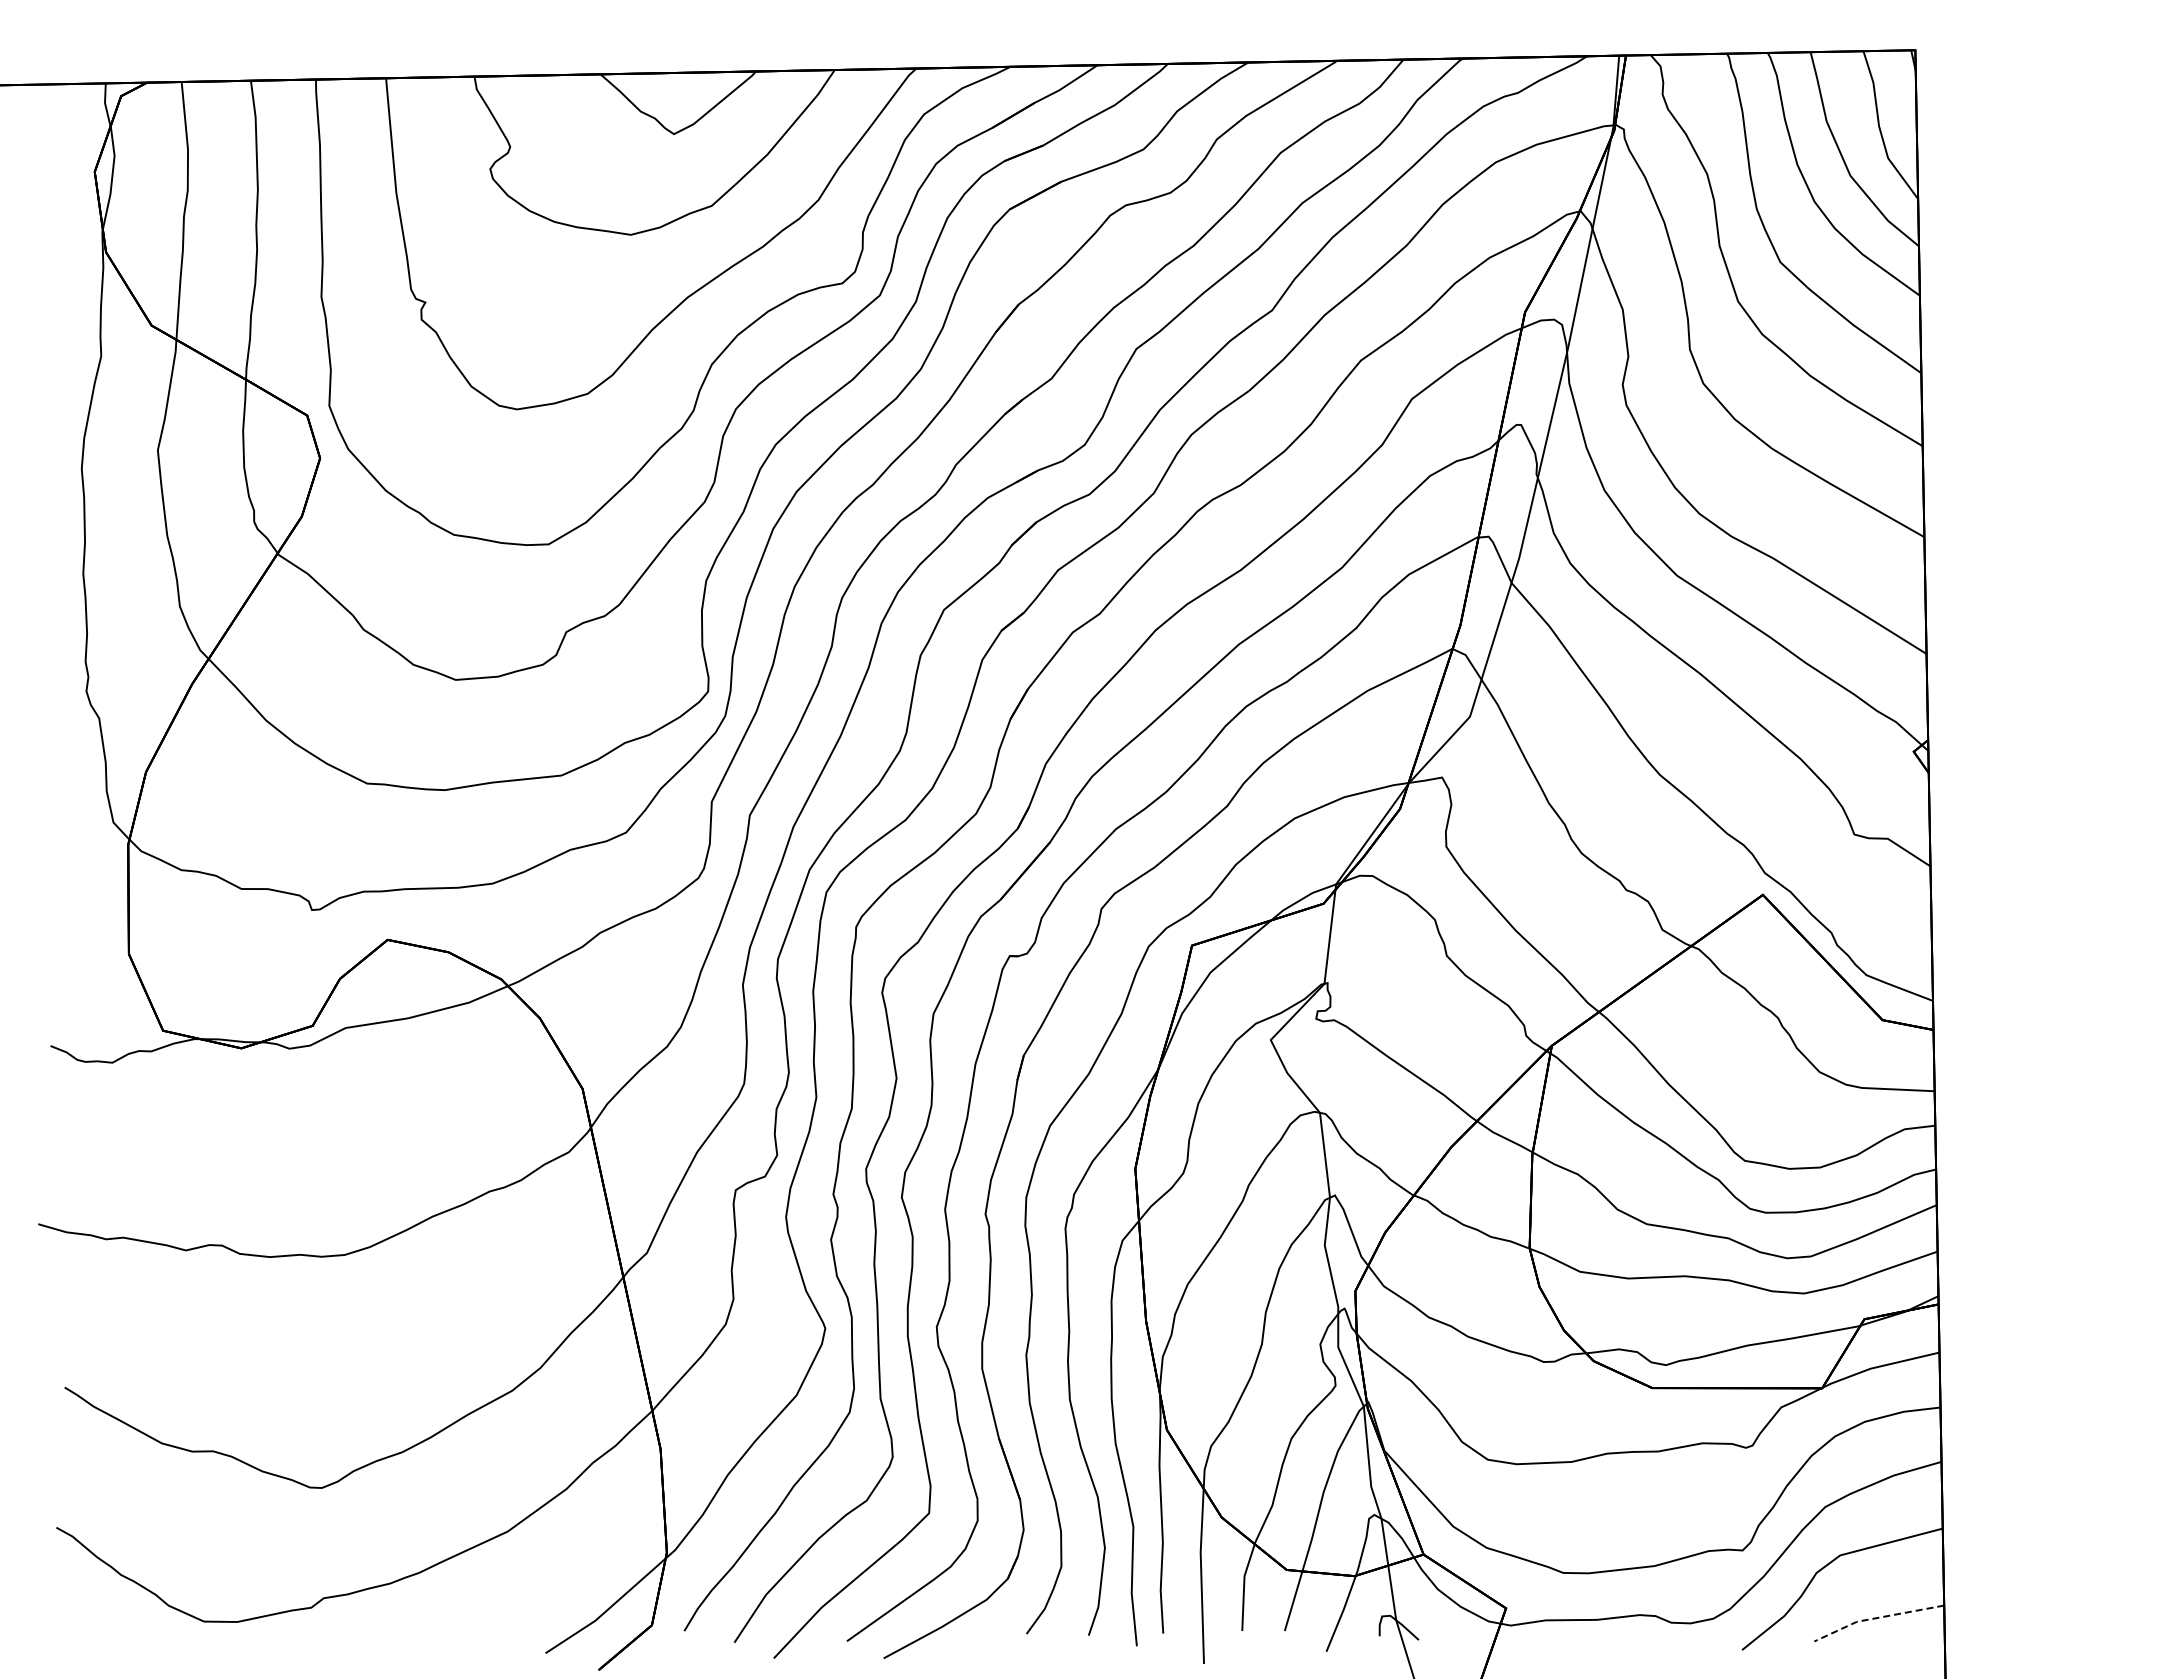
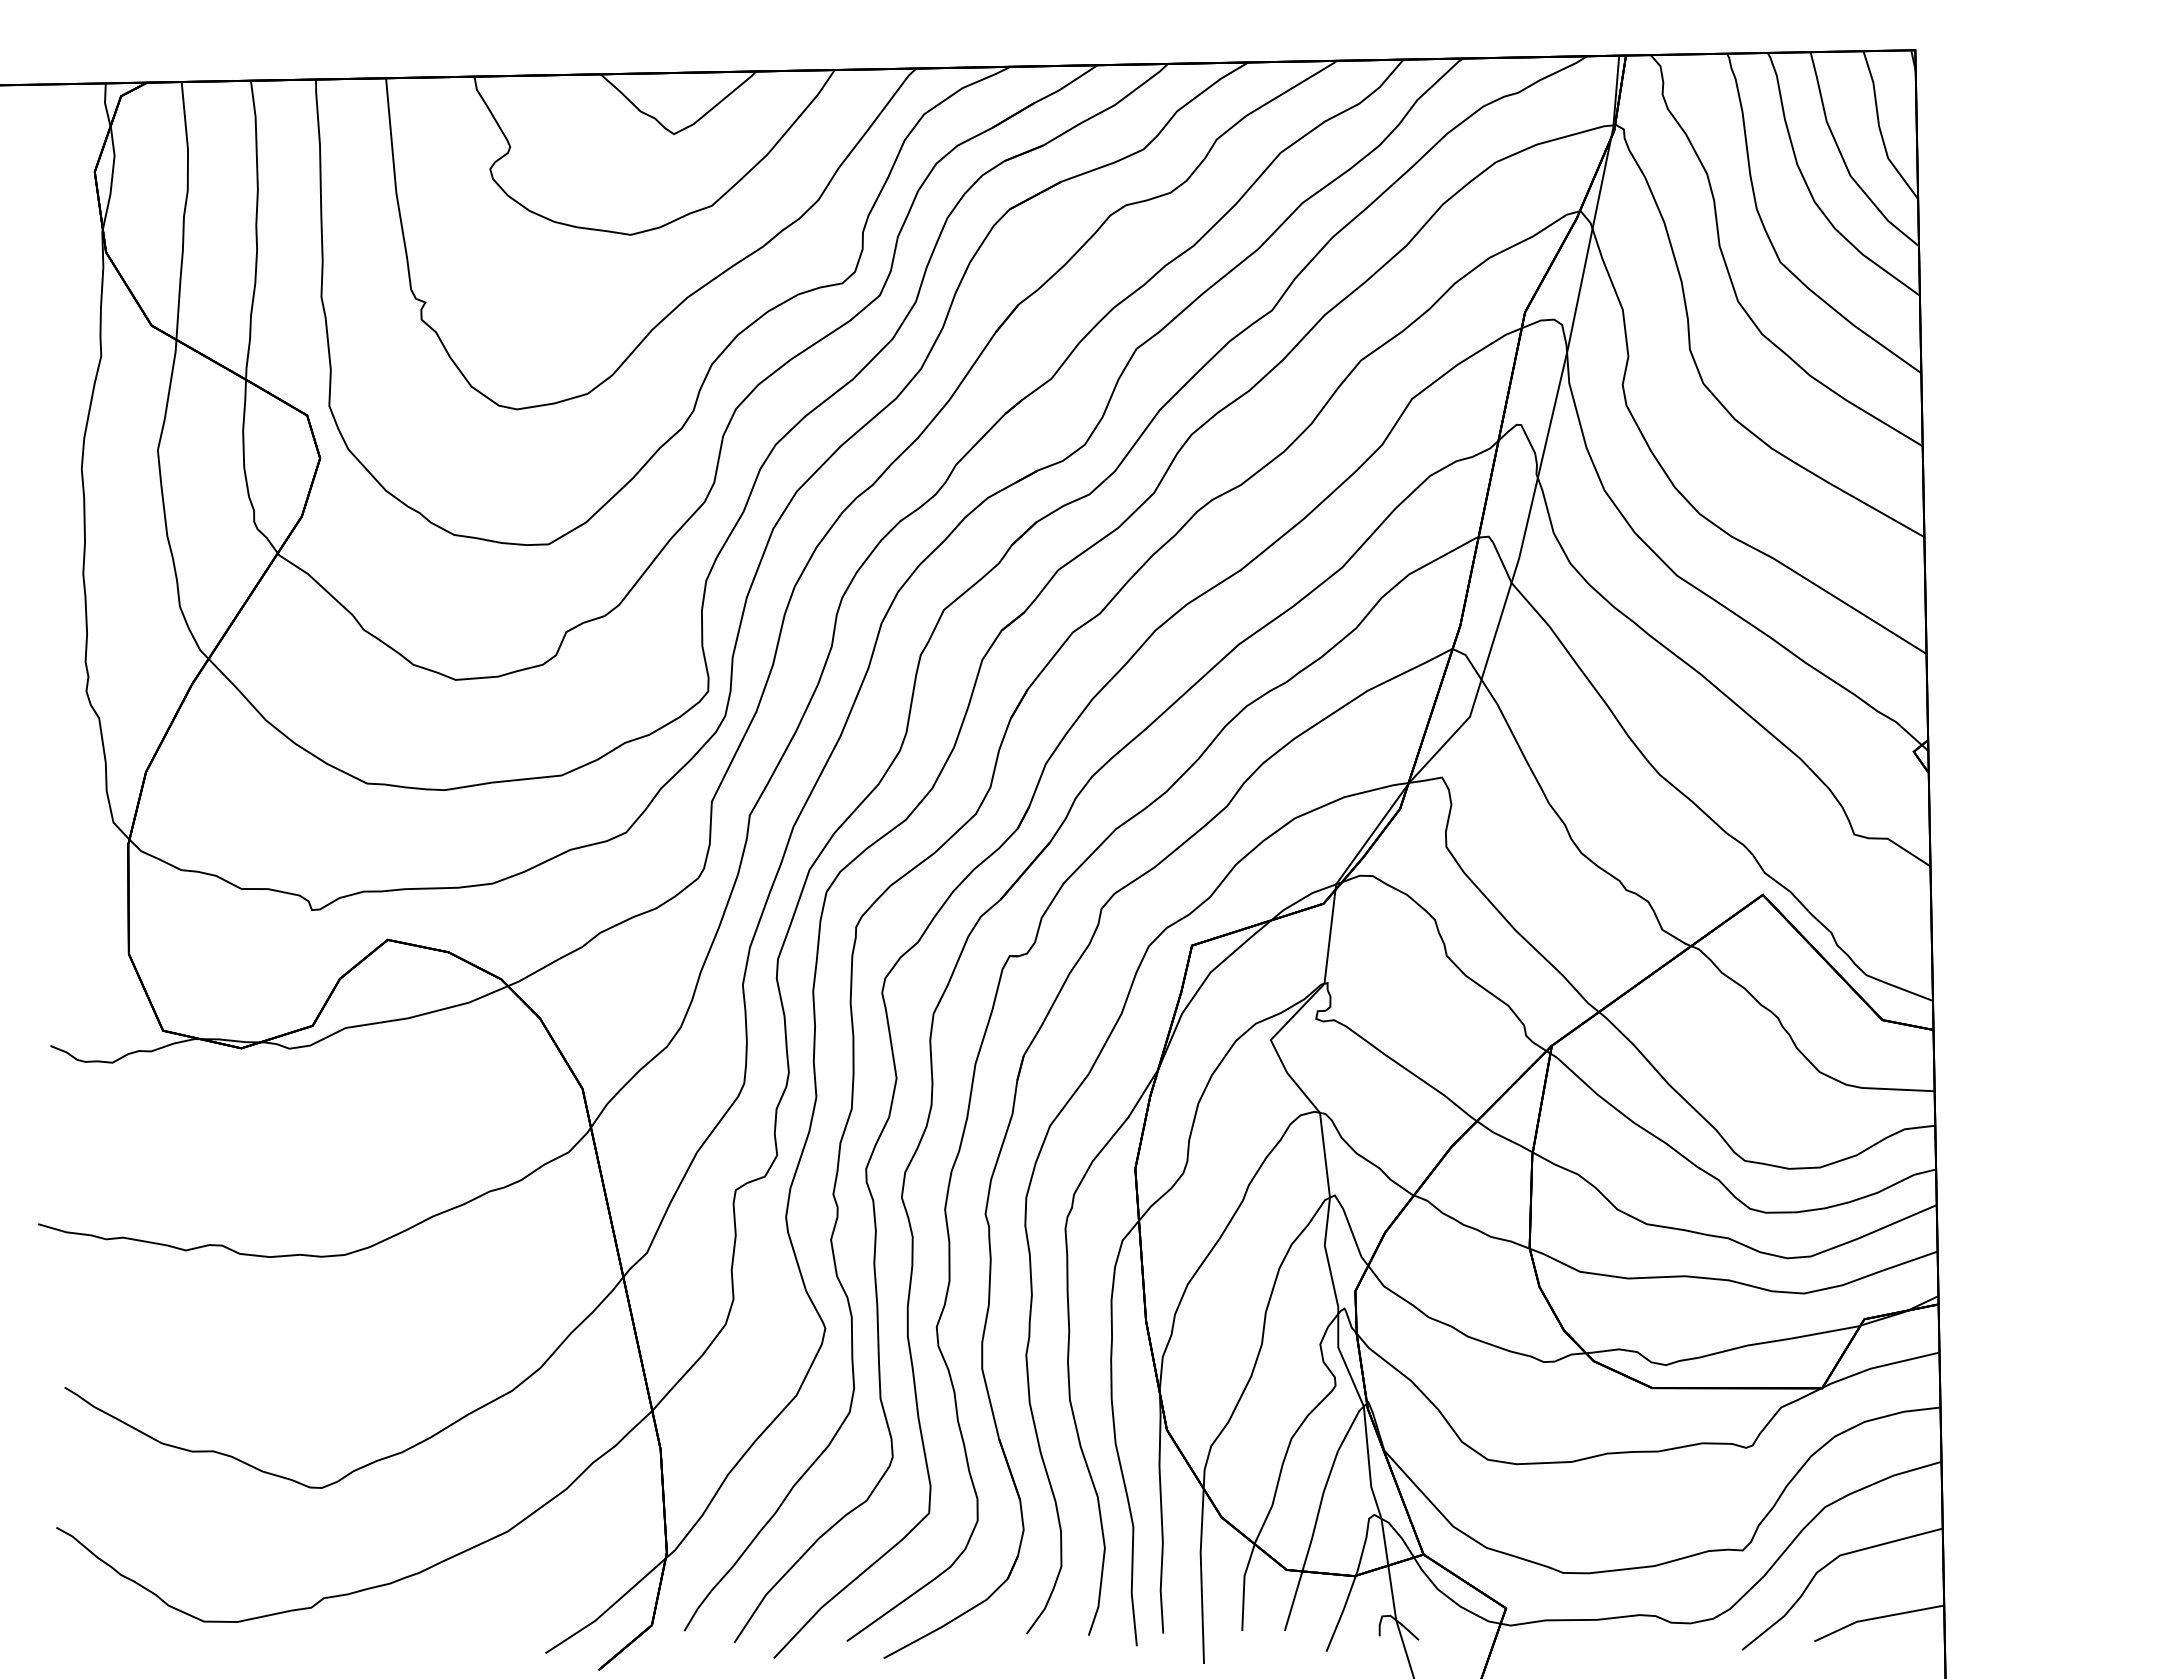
line at (1876, 1618): dashed -> solid
